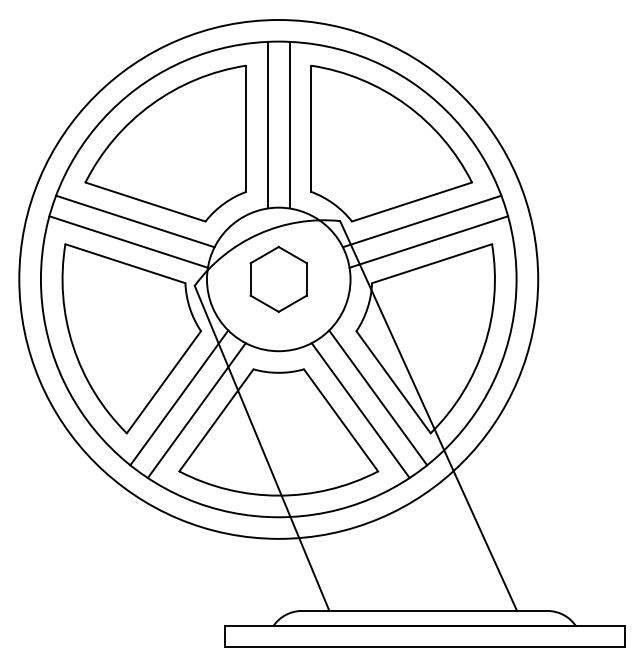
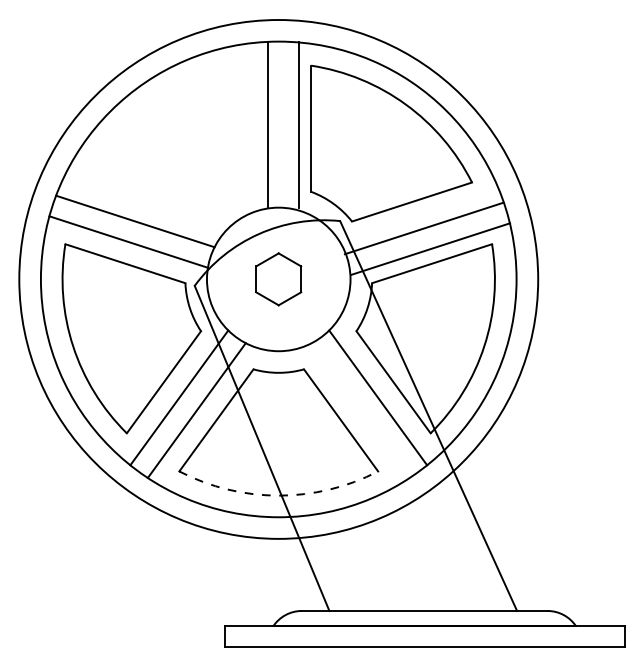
line at (289, 124) position: (289, 124) -> (298, 124)
part at (165, 143): present -> none
line at (421, 221) position: (421, 221) -> (423, 228)
line at (428, 241) position: (428, 241) -> (430, 248)
part at (278, 278) size: 59x68 px -> 48x55 px
line at (360, 410): present -> none
arc at (278, 495): solid -> dashed
